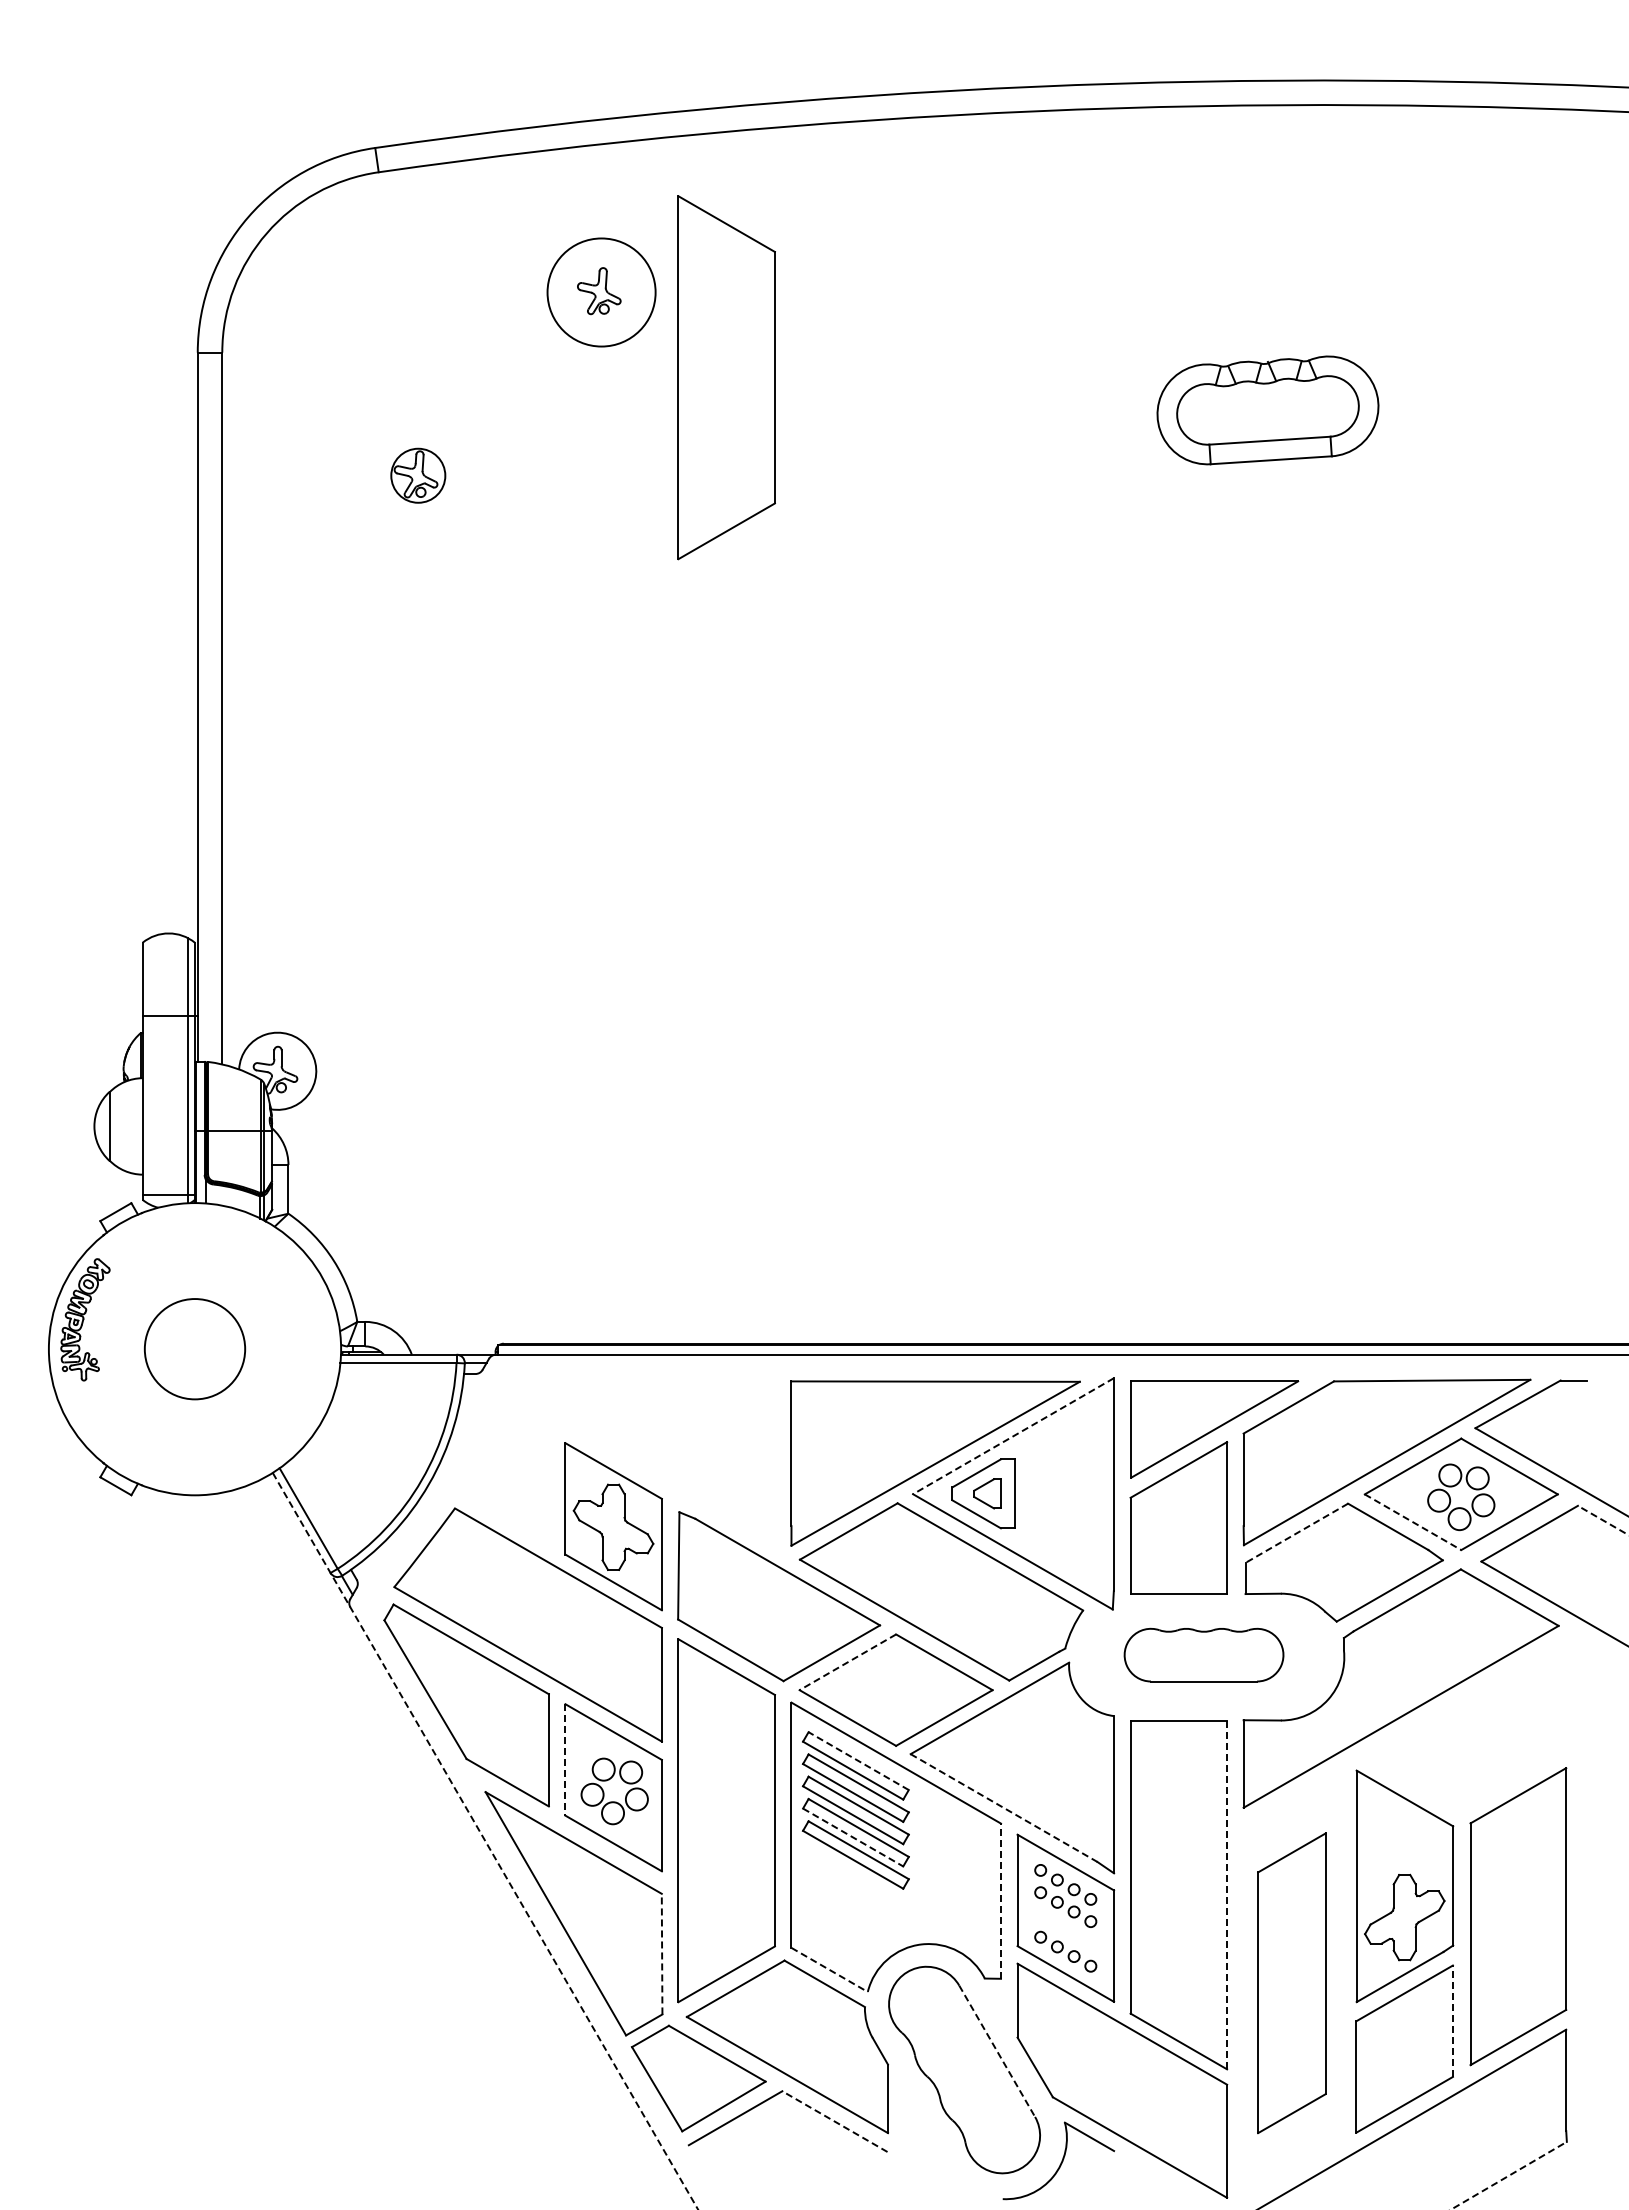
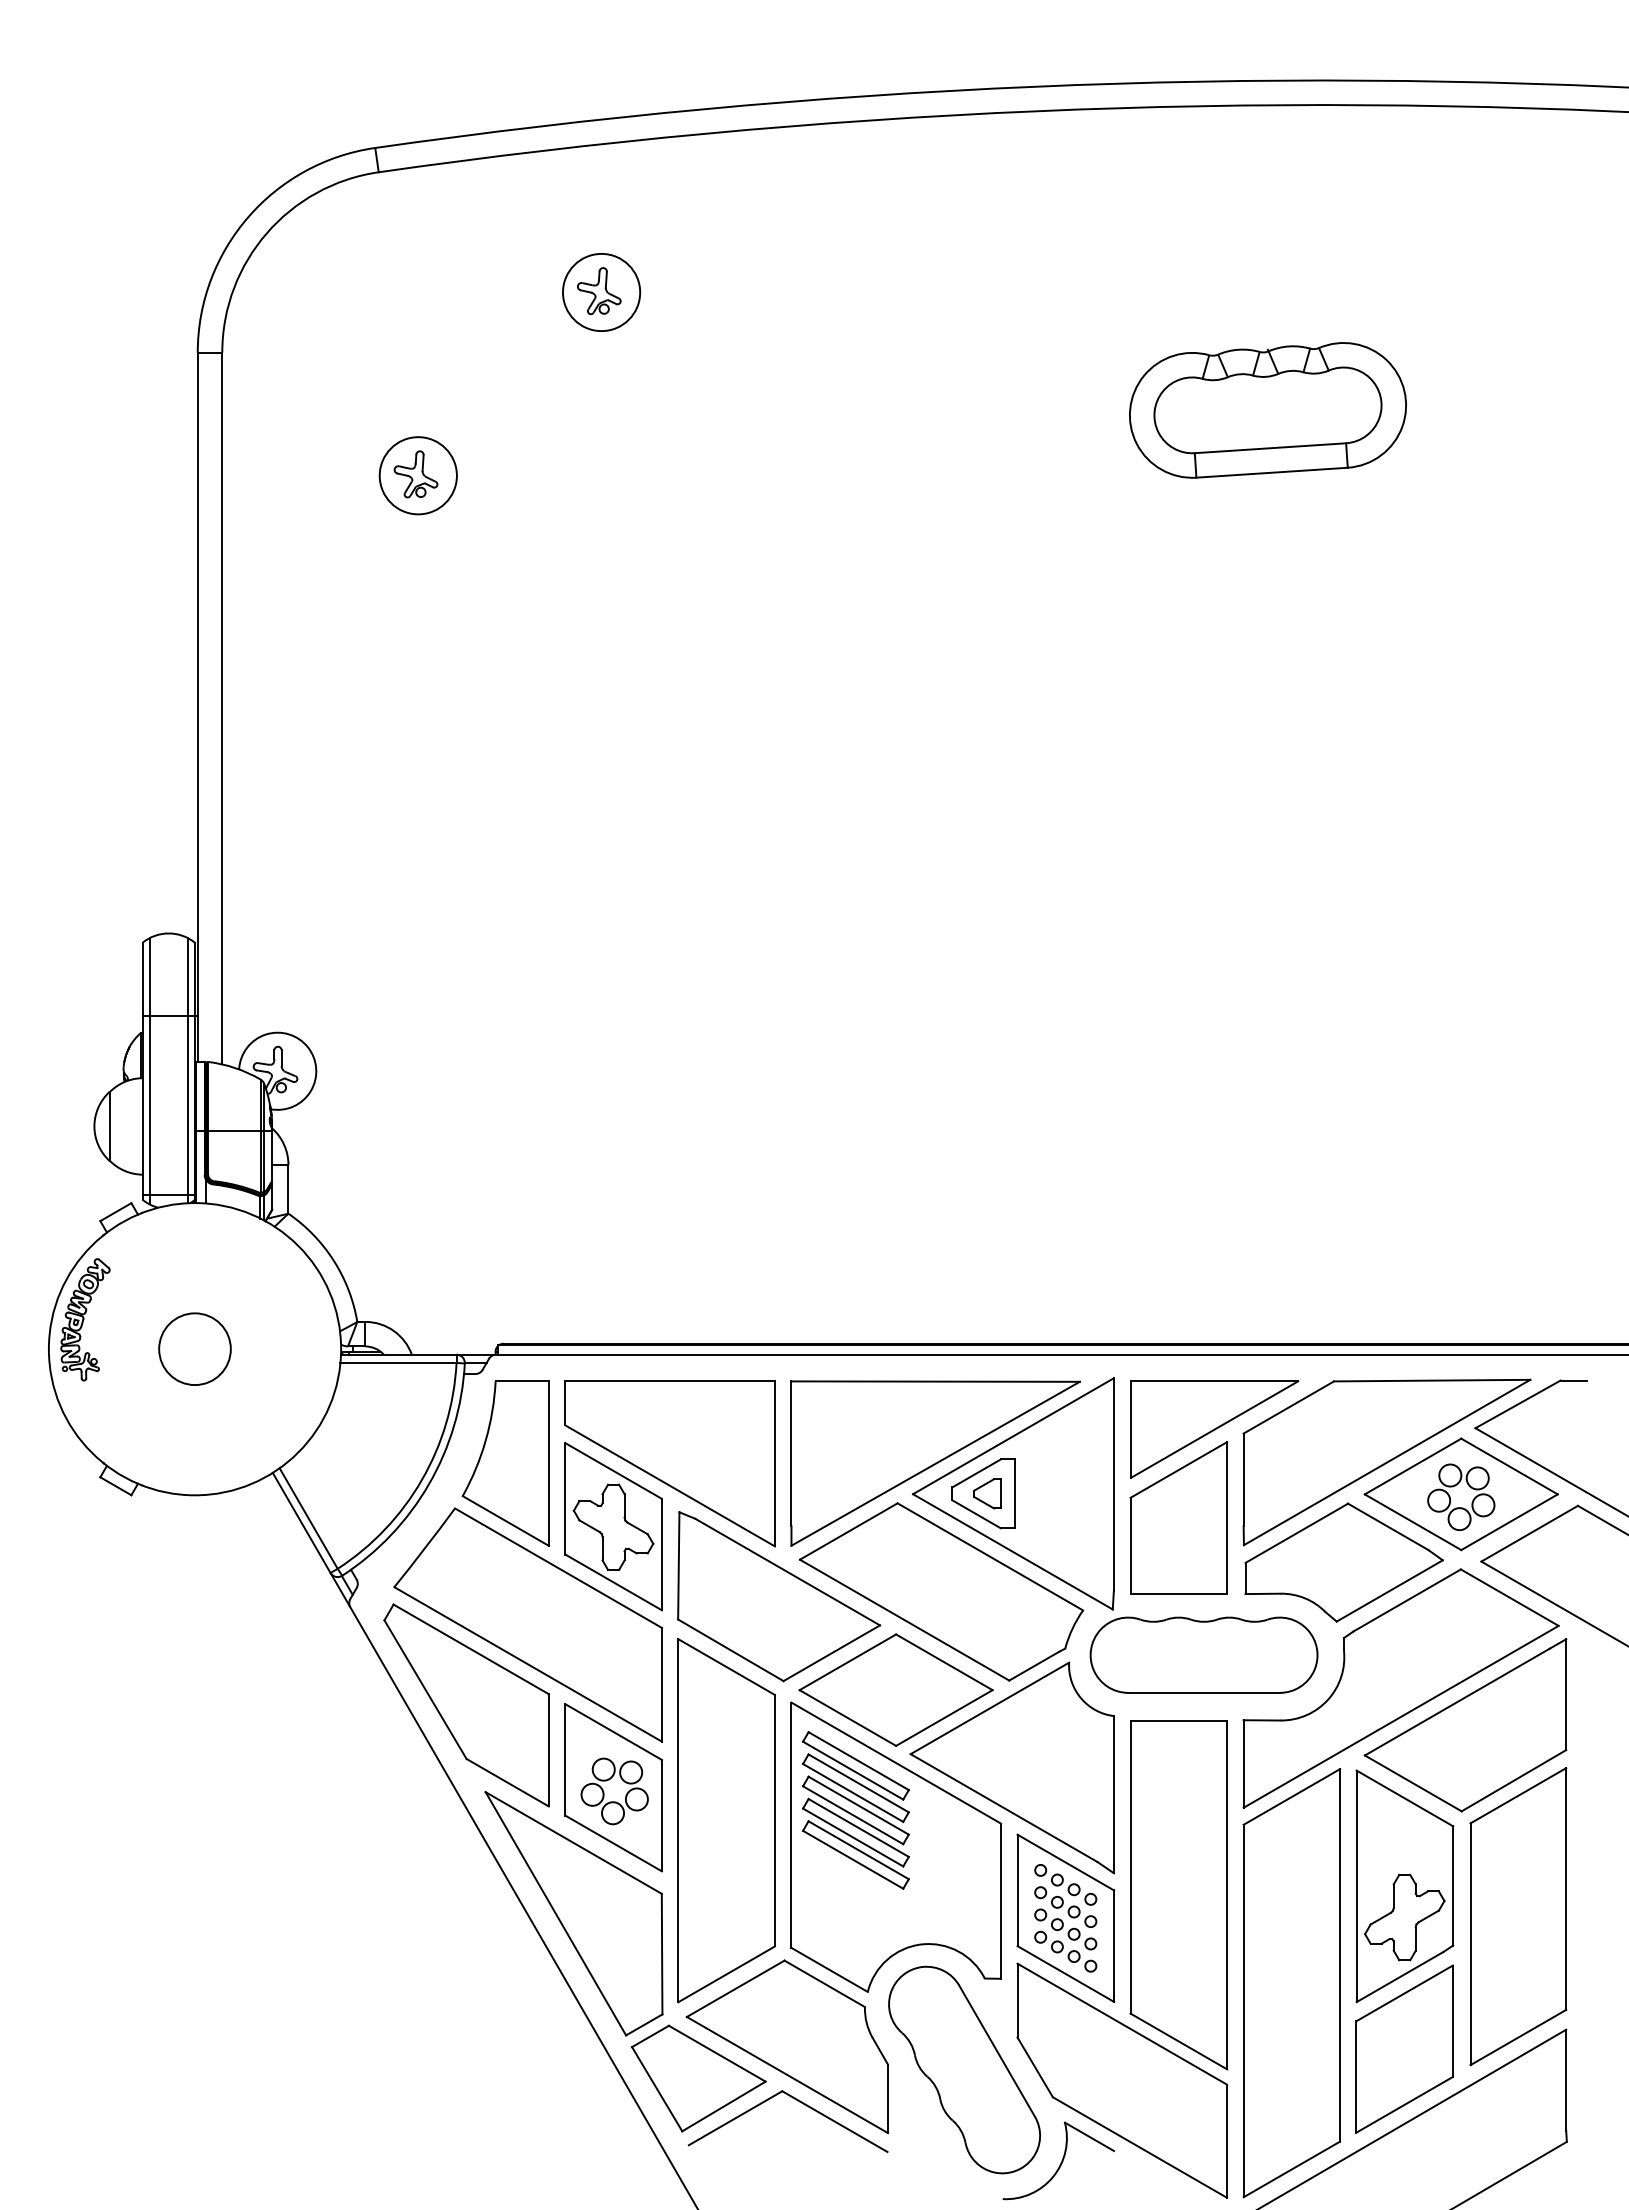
circle at (601, 292) diameter: 108 px -> 77 px
part at (726, 377): present -> none
part at (1267, 410) size: 224x111 px -> 278x137 px
circle at (418, 475) diameter: 54 px -> 77 px
line at (149, 1071): none -> present
circle at (194, 1349) diameter: 100 px -> 72 px
line at (1013, 1436): dashed -> solid
part at (505, 1463): none -> present
part at (669, 1463): none -> present
line at (1603, 1520): dashed -> solid
line at (1413, 1522): dashed -> solid
line at (1296, 1533): dashed -> solid
part at (1203, 1654) size: 162x56 px -> 230x78 px
line at (847, 1662): dashed -> solid
part at (1465, 1725): none -> present
line at (565, 1759): dashed -> solid
line at (858, 1761): dashed -> solid
line at (1004, 1808): dashed -> solid
line at (853, 1837): dashed -> solid
line at (485, 1840): dashed -> solid
line at (1227, 1894): dashed -> solid
line at (1001, 1901): dashed -> solid
part at (1065, 1929): none -> present
line at (662, 1953): dashed -> solid
line at (830, 1970): dashed -> solid
part at (1291, 1983) size: 70x303 px -> 100x431 px
line at (1452, 2021): dashed -> solid
line at (997, 2051): dashed -> solid
line at (834, 2121): dashed -> solid
line at (1509, 2175): dashed -> solid
